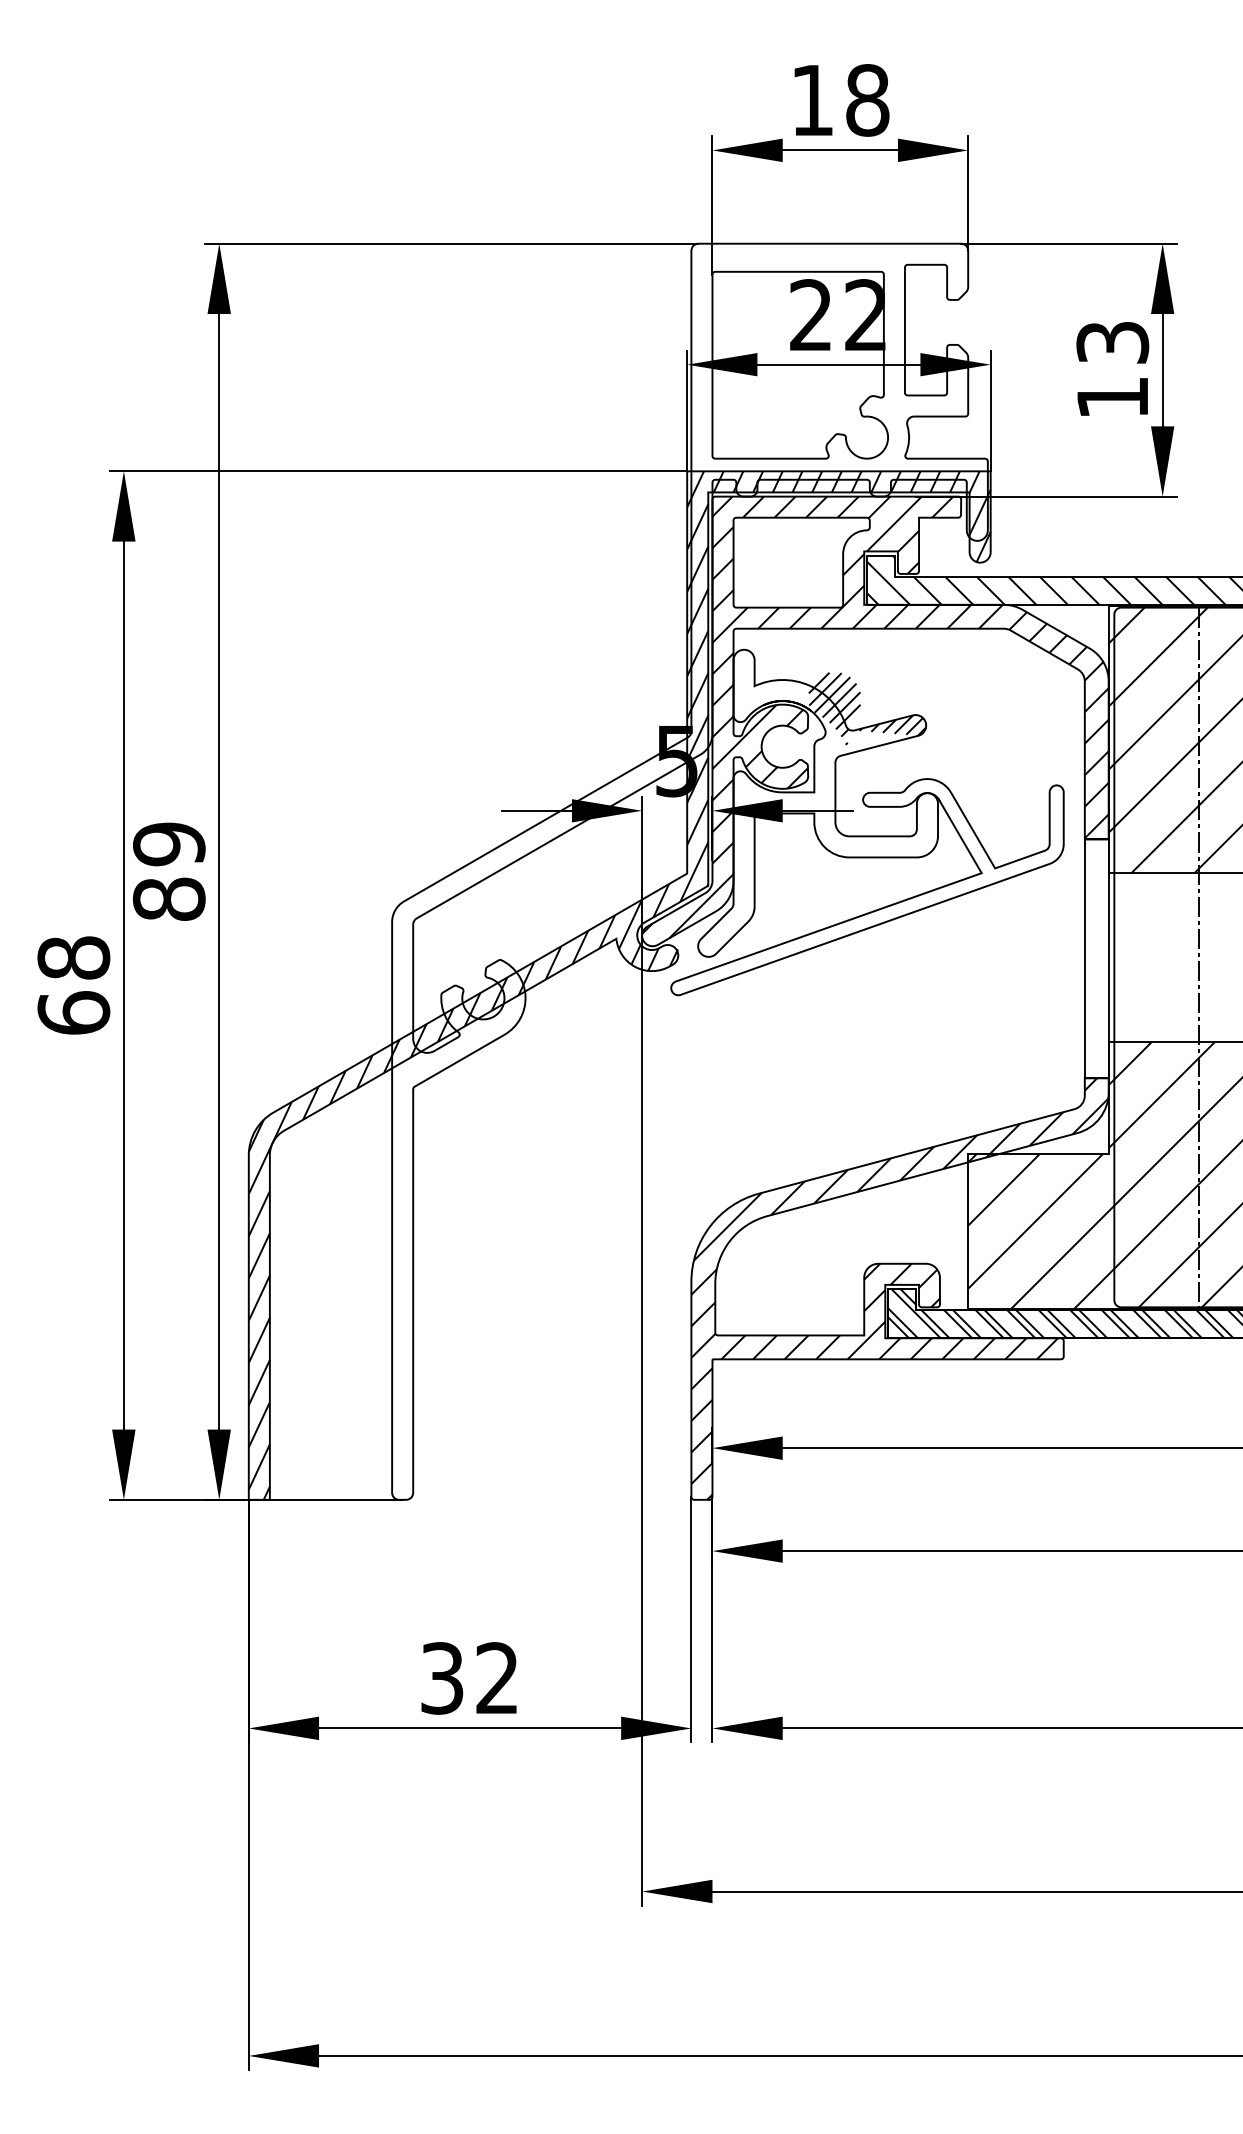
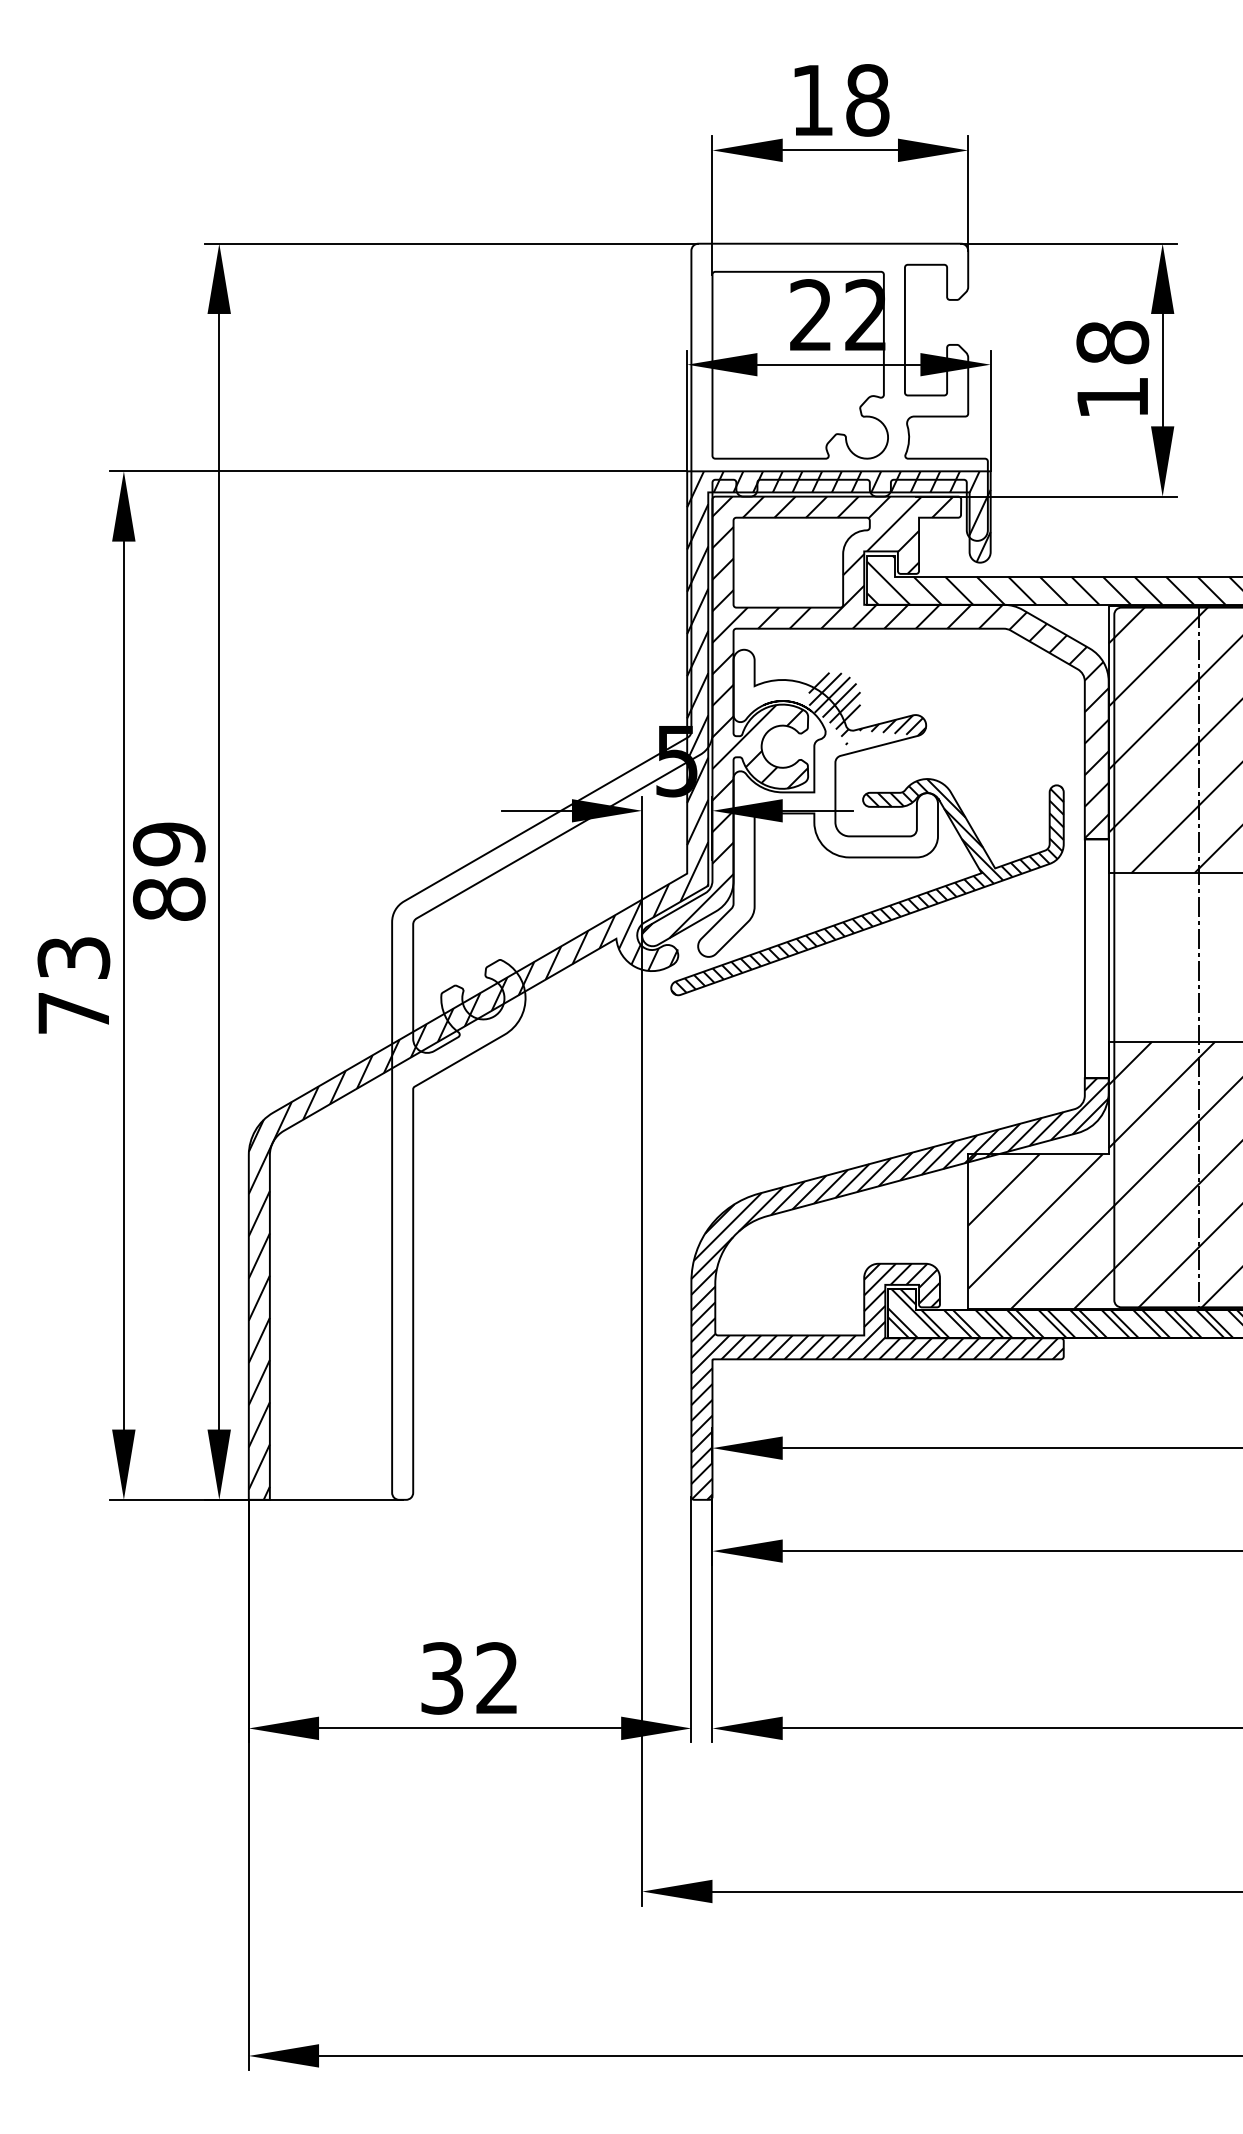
text at (1112, 342): 13 -> 18
hatch at (867, 886): none -> present
text at (73, 985): 68 -> 73
hatch at (899, 1290): none -> present
